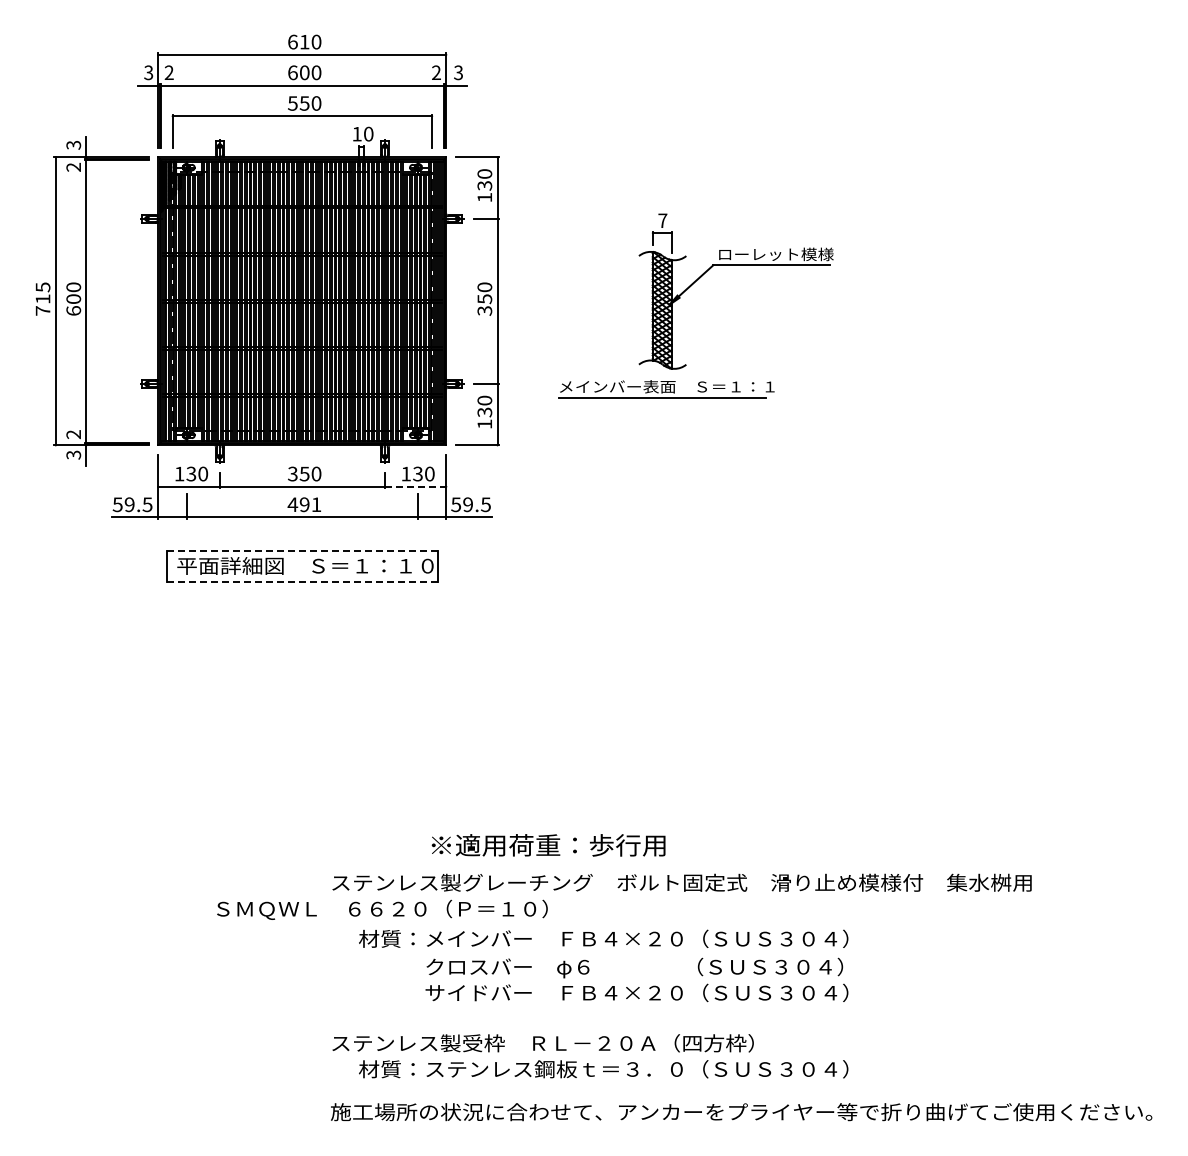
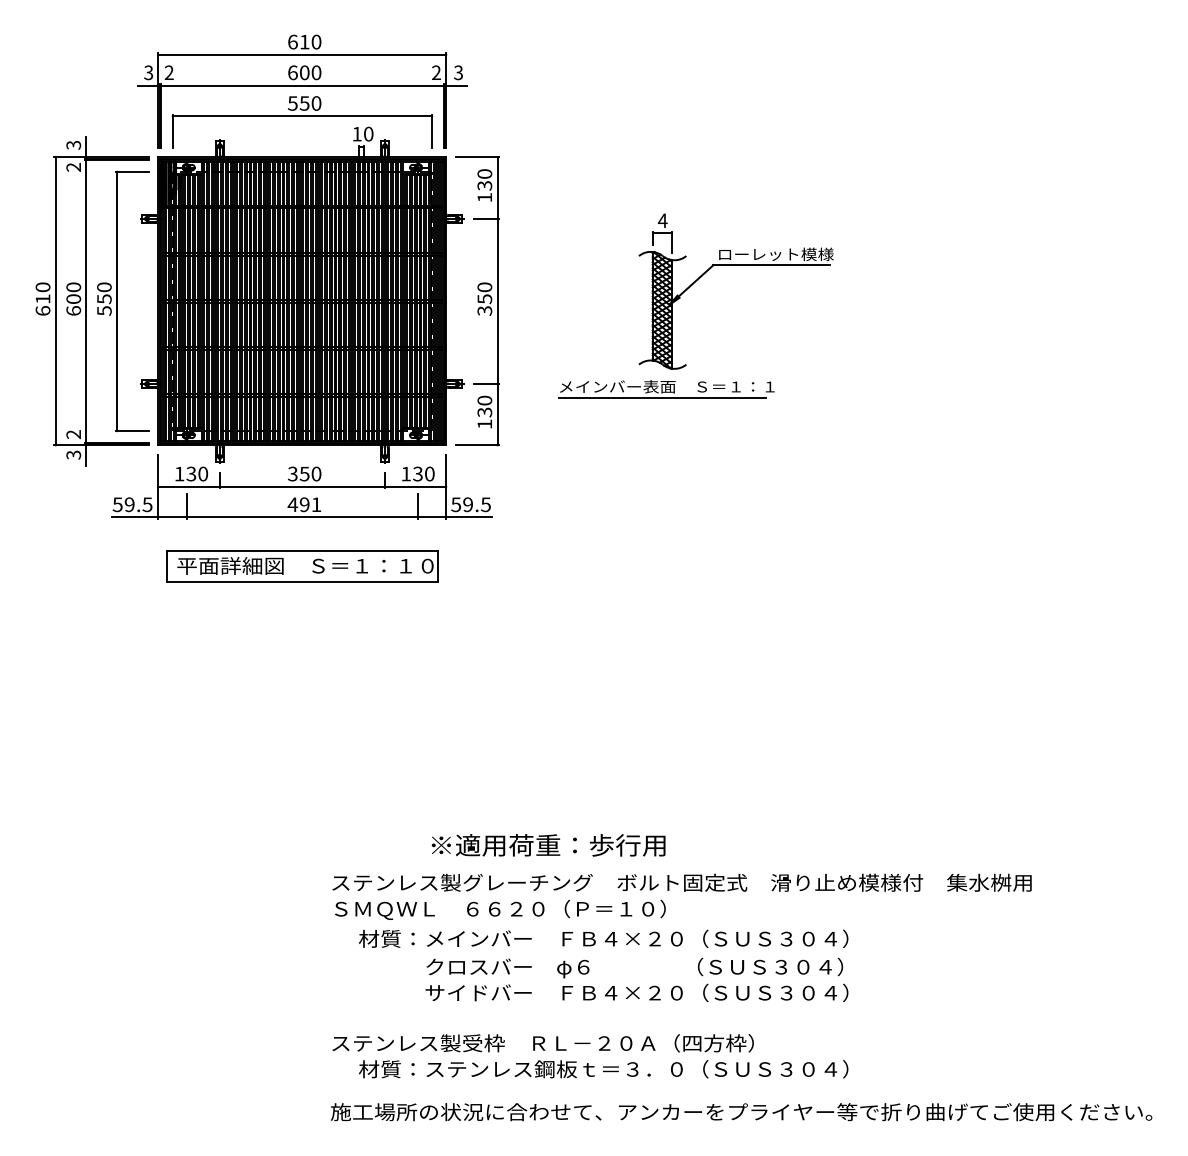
text at (662, 220): 7 -> 4
text at (42, 298): 715 -> 610
part at (123, 301): none -> present
line at (415, 486): dashed -> solid
line at (302, 551): dashed -> solid
line at (302, 581): dashed -> solid
text at (382, 909) position: (382, 909) -> (500, 909)
